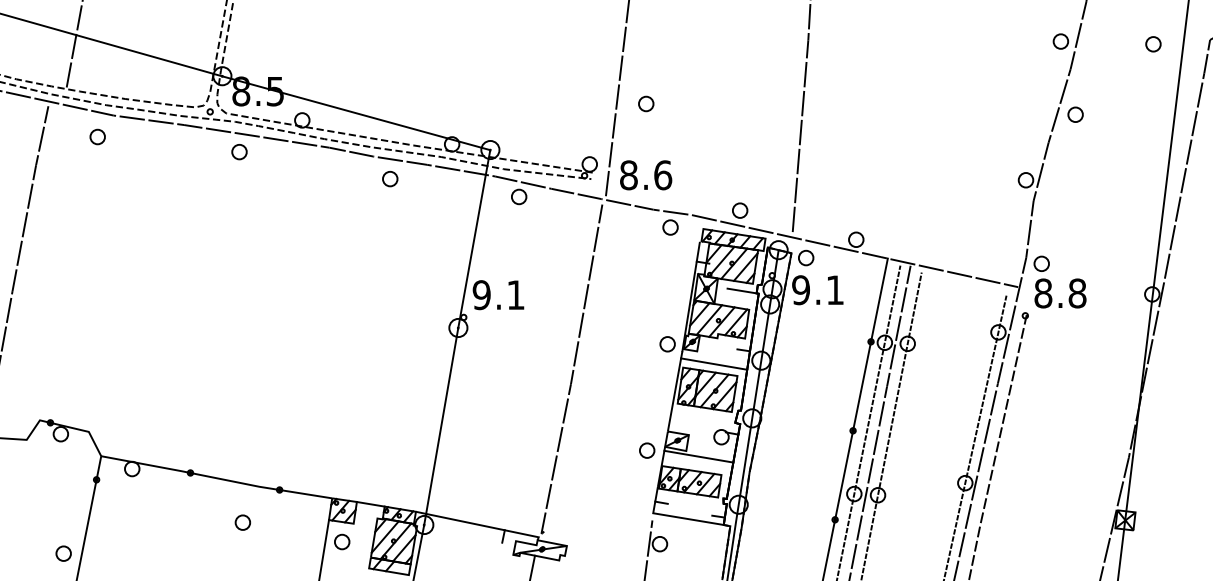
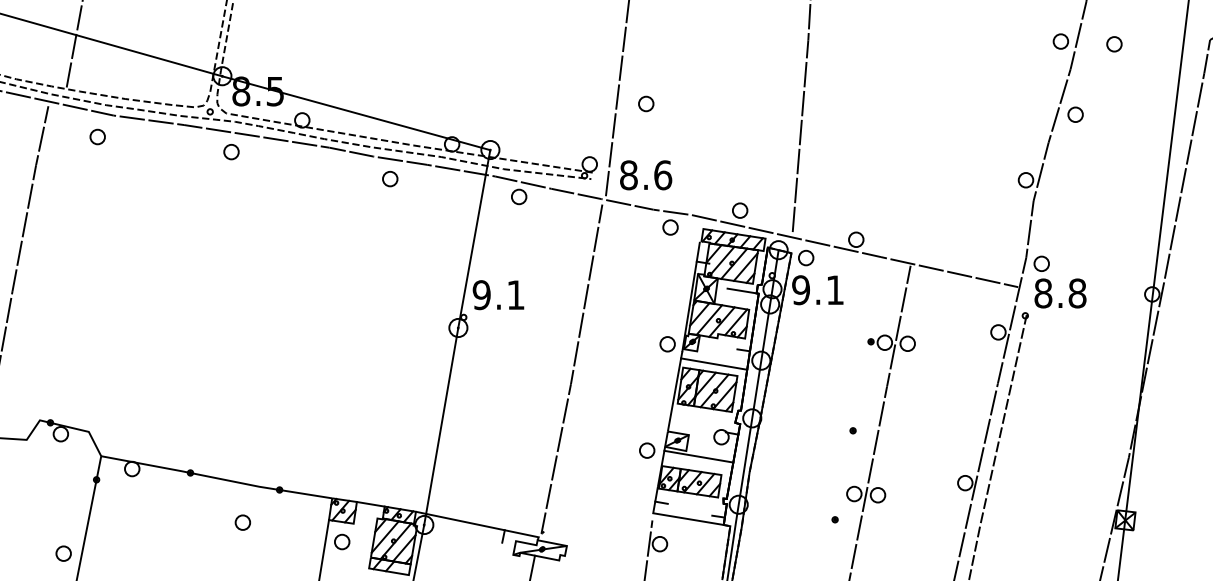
part at (1153, 44) position: (1153, 44) -> (1114, 44)
part at (239, 152) position: (239, 152) -> (231, 152)
line at (855, 417): present -> none
line at (868, 421): present -> none
line at (891, 424): present -> none
line at (975, 436): present -> none
